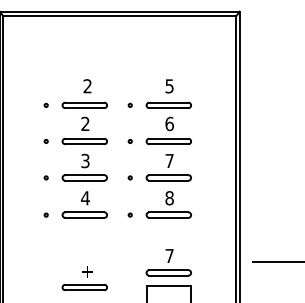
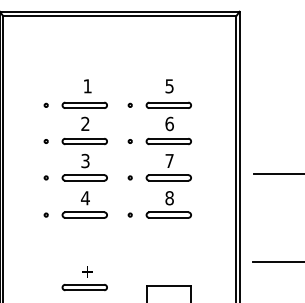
text at (87, 86): 2 -> 1
line at (277, 173): none -> present
part at (168, 262): present -> none
